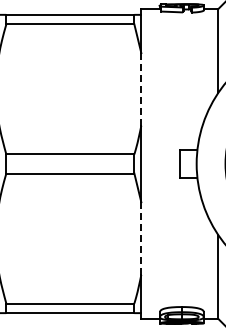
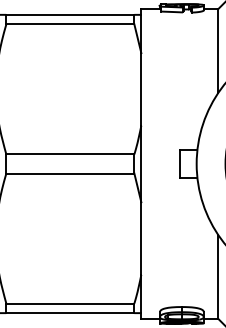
line at (141, 89): dashed -> solid
line at (141, 239): dashed -> solid
